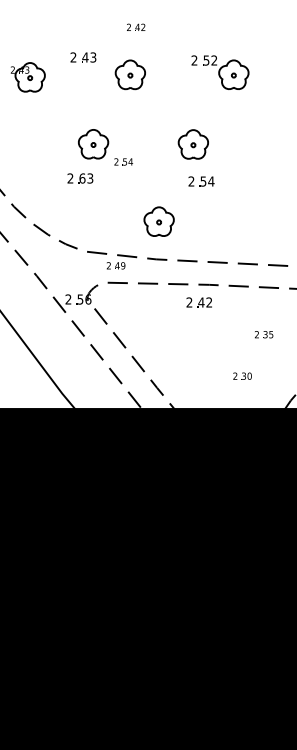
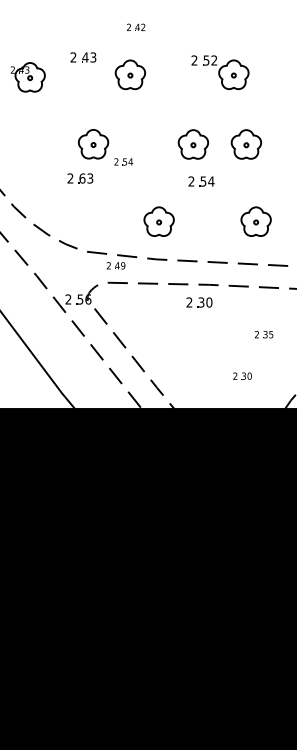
part at (245, 144): none -> present
part at (255, 221): none -> present
text at (205, 302): 42 -> 30
